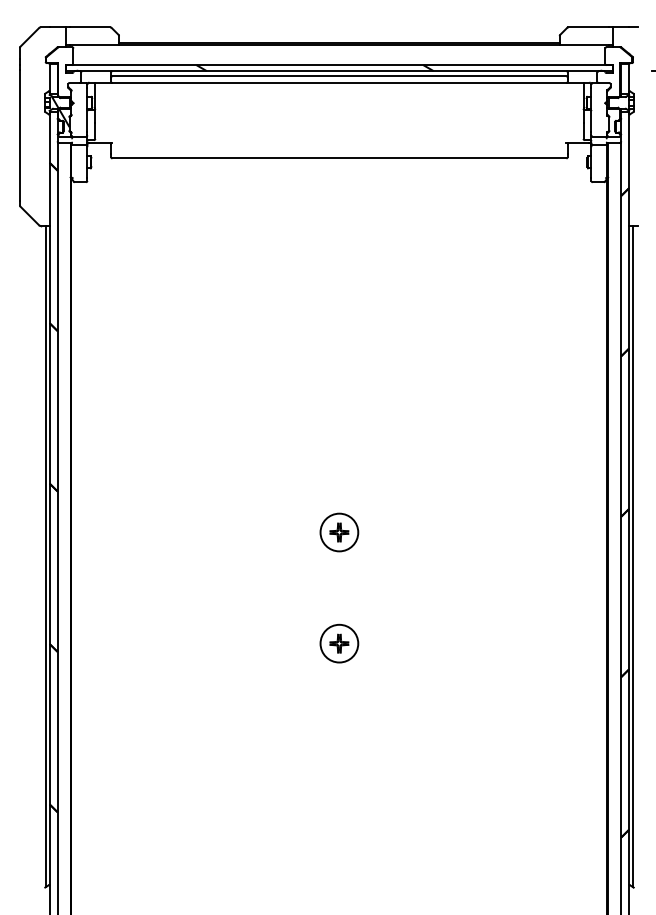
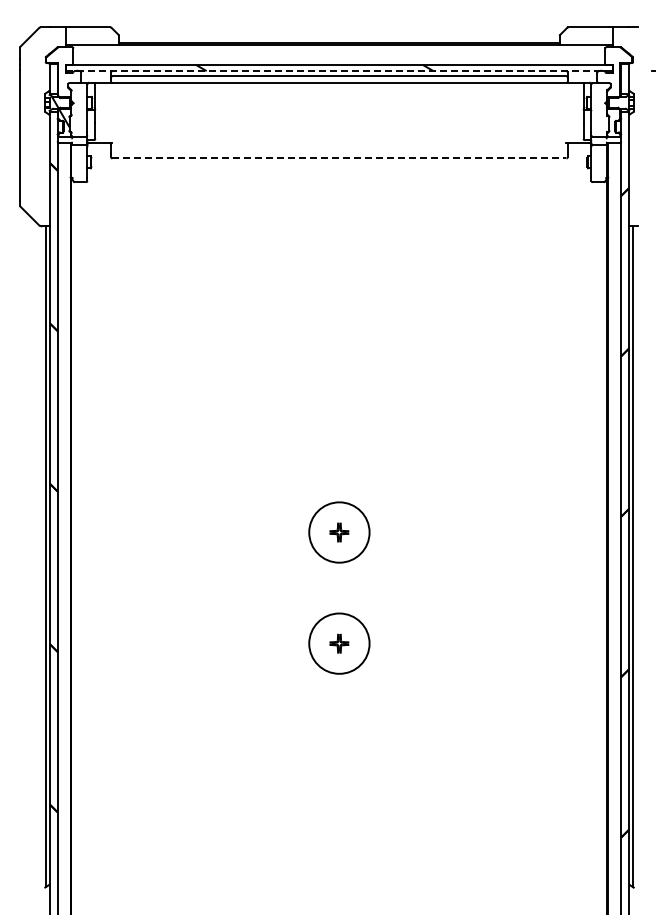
line at (339, 71): solid -> dashed
line at (339, 158): solid -> dashed
circle at (339, 532) diameter: 38 px -> 60 px
circle at (339, 643) diameter: 38 px -> 60 px
